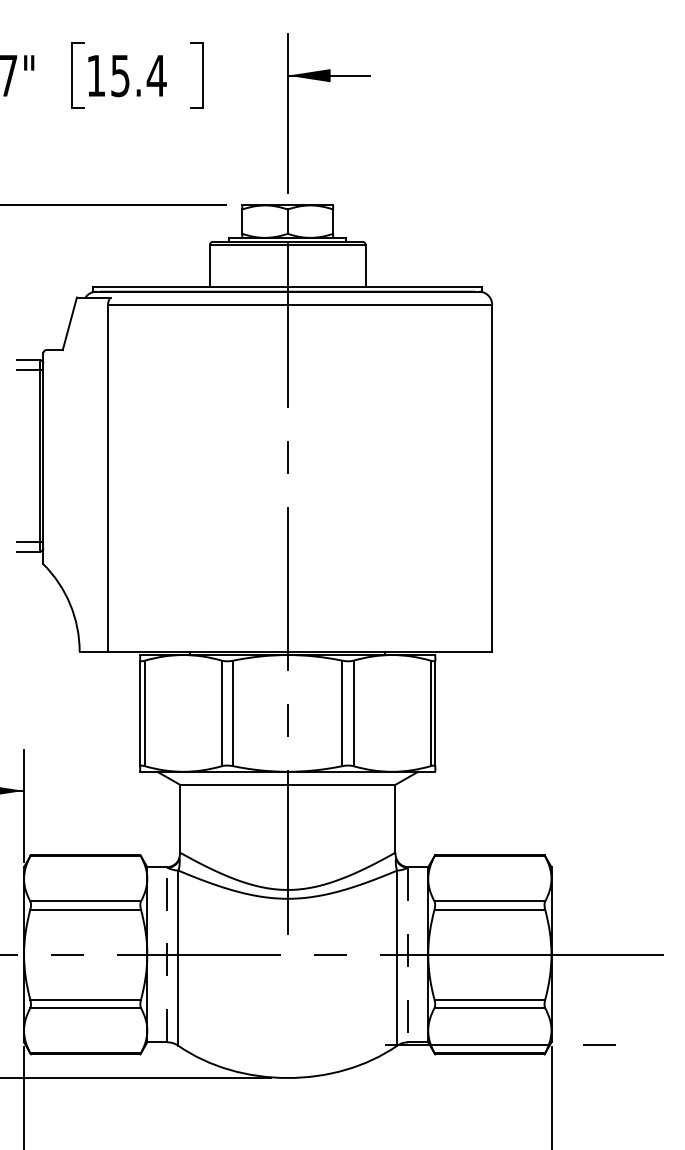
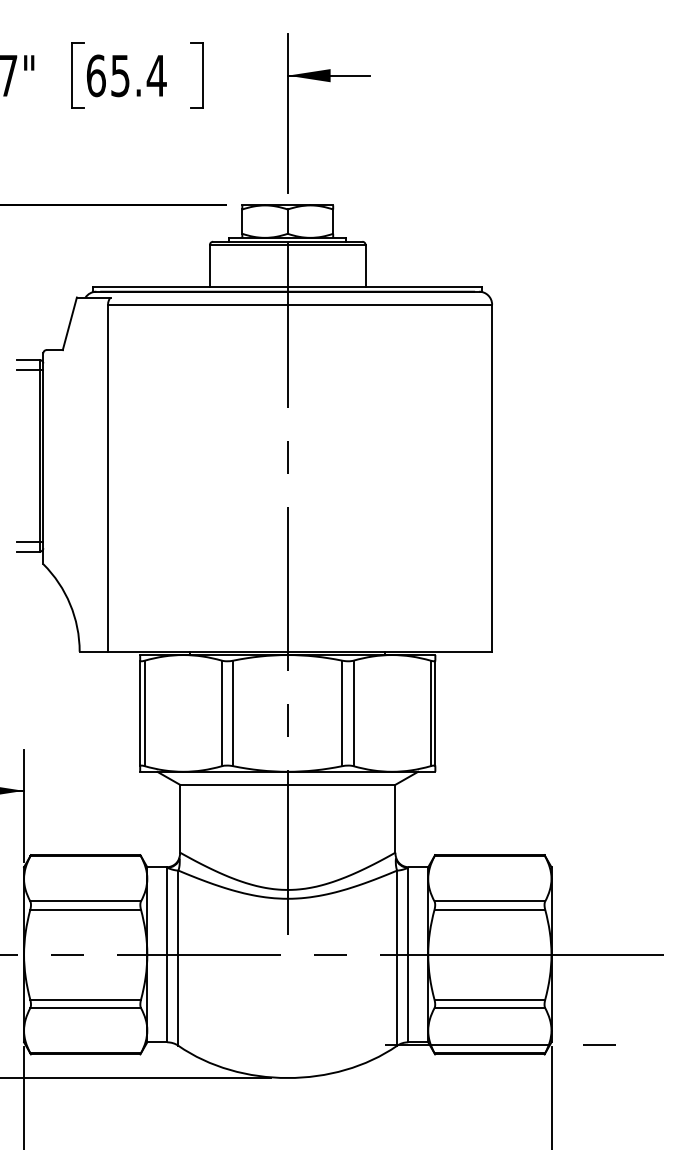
text at (95, 75): 15.4 -> 65.4
line at (167, 954): dashed -> solid
line at (408, 955): dashed -> solid
